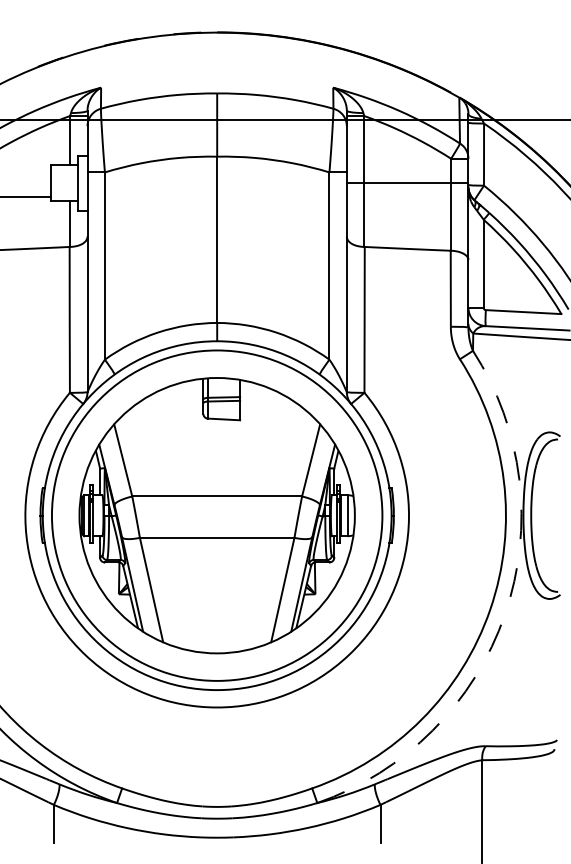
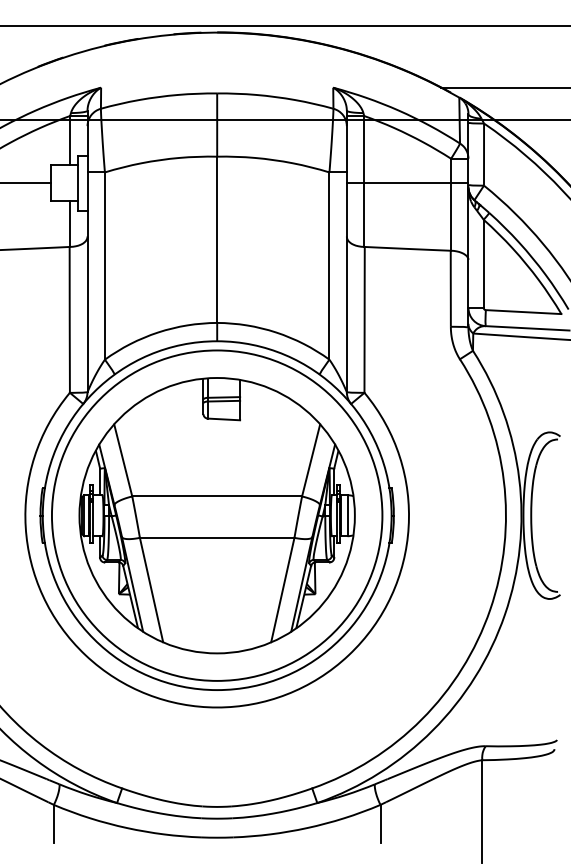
line at (284, 25): none -> present
line at (504, 87): none -> present
line at (26, 196) position: (26, 196) -> (26, 182)
arc at (504, 614): dashed -> solid
